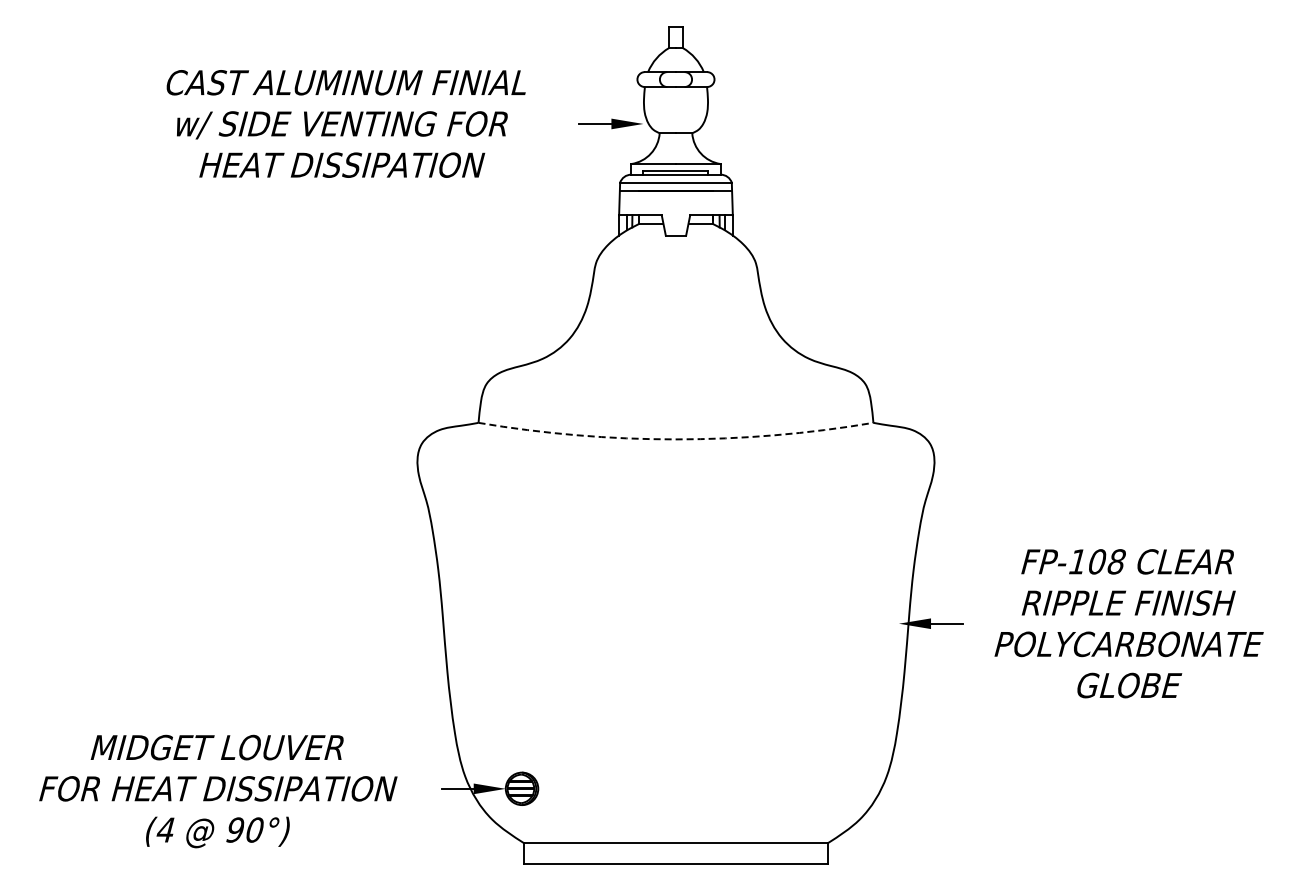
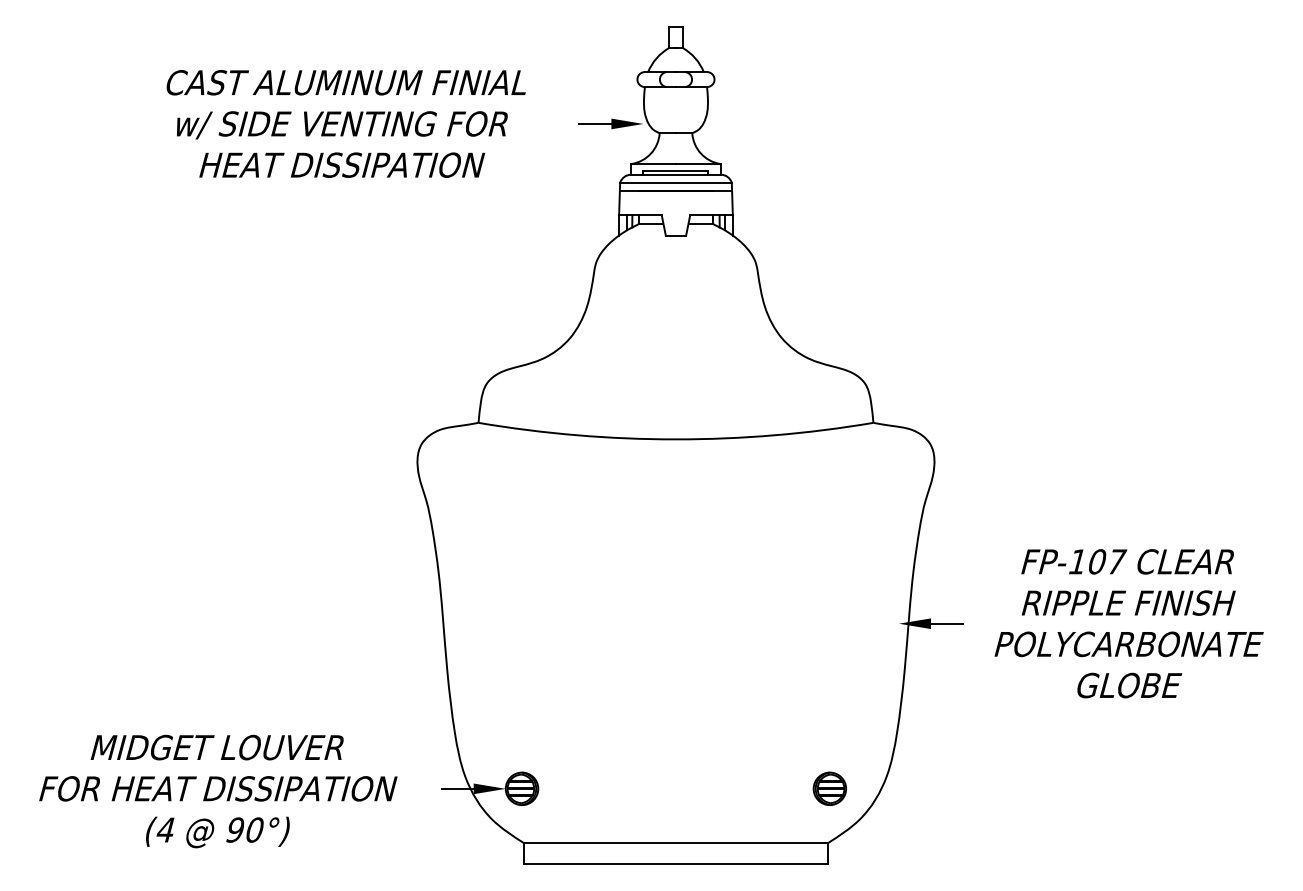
arc at (675, 439): dashed -> solid
text at (1117, 561): FP-108 -> FP-107
part at (829, 788): none -> present
